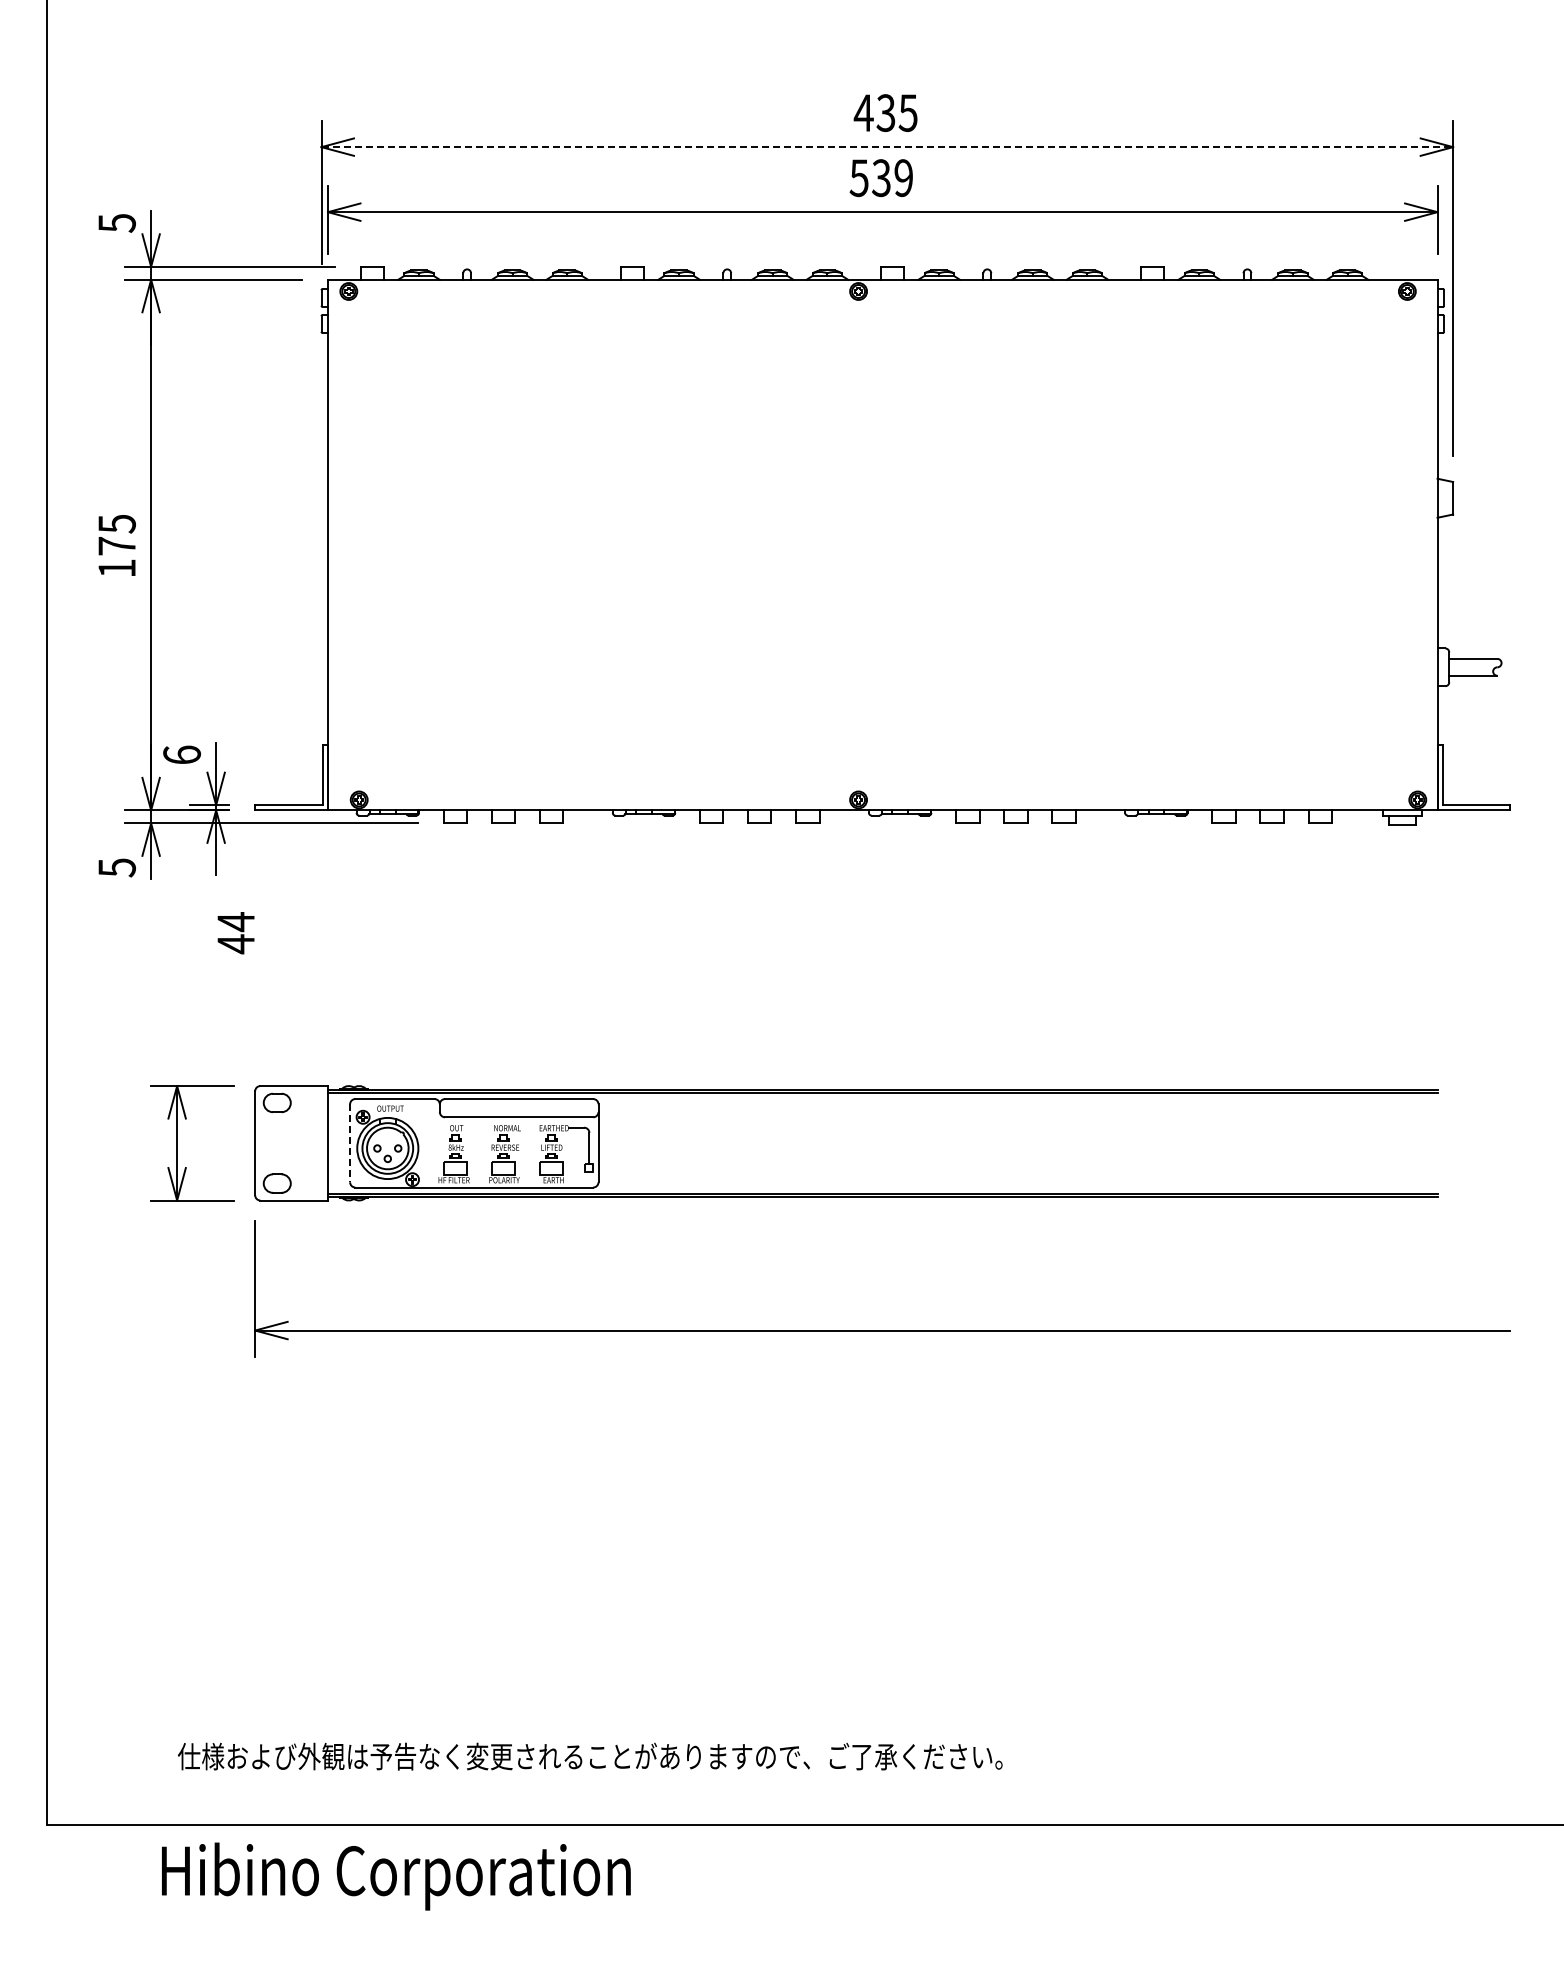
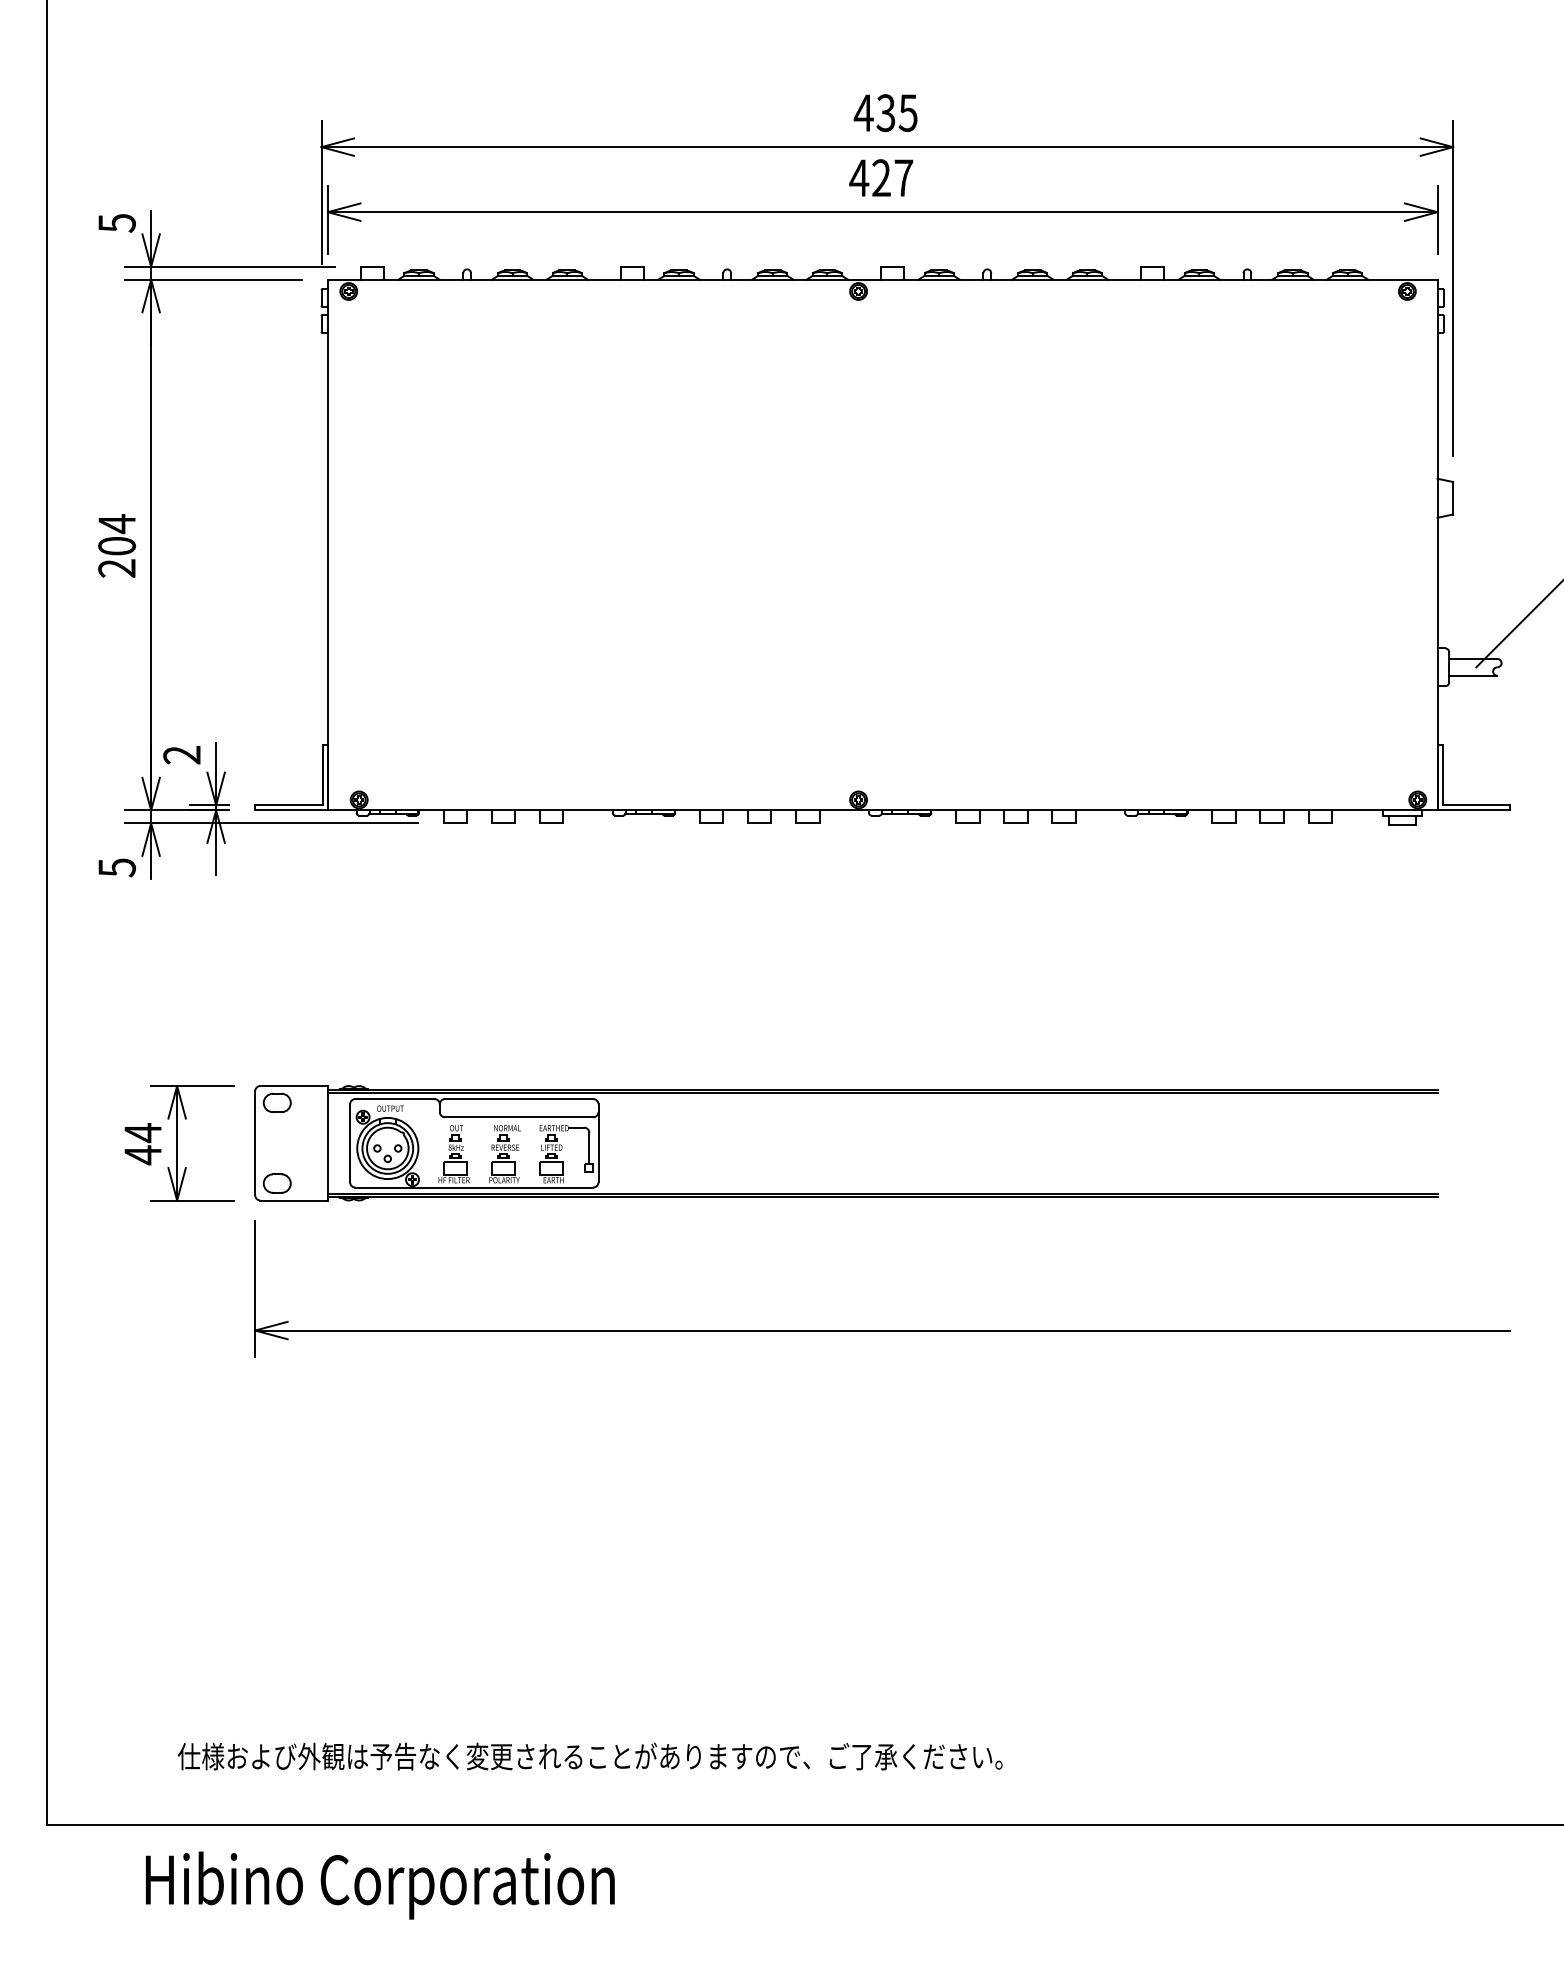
line at (887, 147): dashed -> solid
text at (881, 178): 539 -> 427
text at (117, 545): 175 -> 204
line at (1518, 624): none -> present
text at (182, 754): 6 -> 2
text at (235, 933) position: (235, 933) -> (142, 1144)
line at (350, 1143): dashed -> solid
text at (396, 1876) position: (396, 1876) -> (380, 1885)
